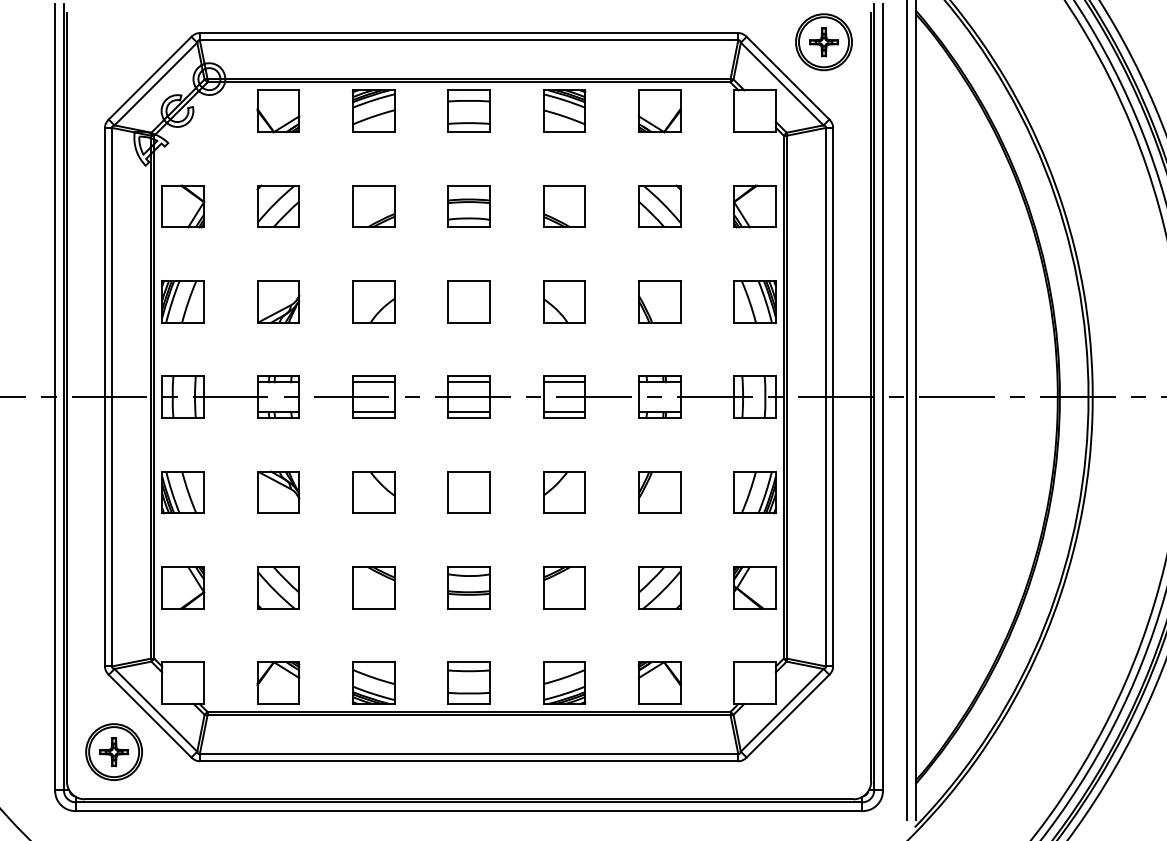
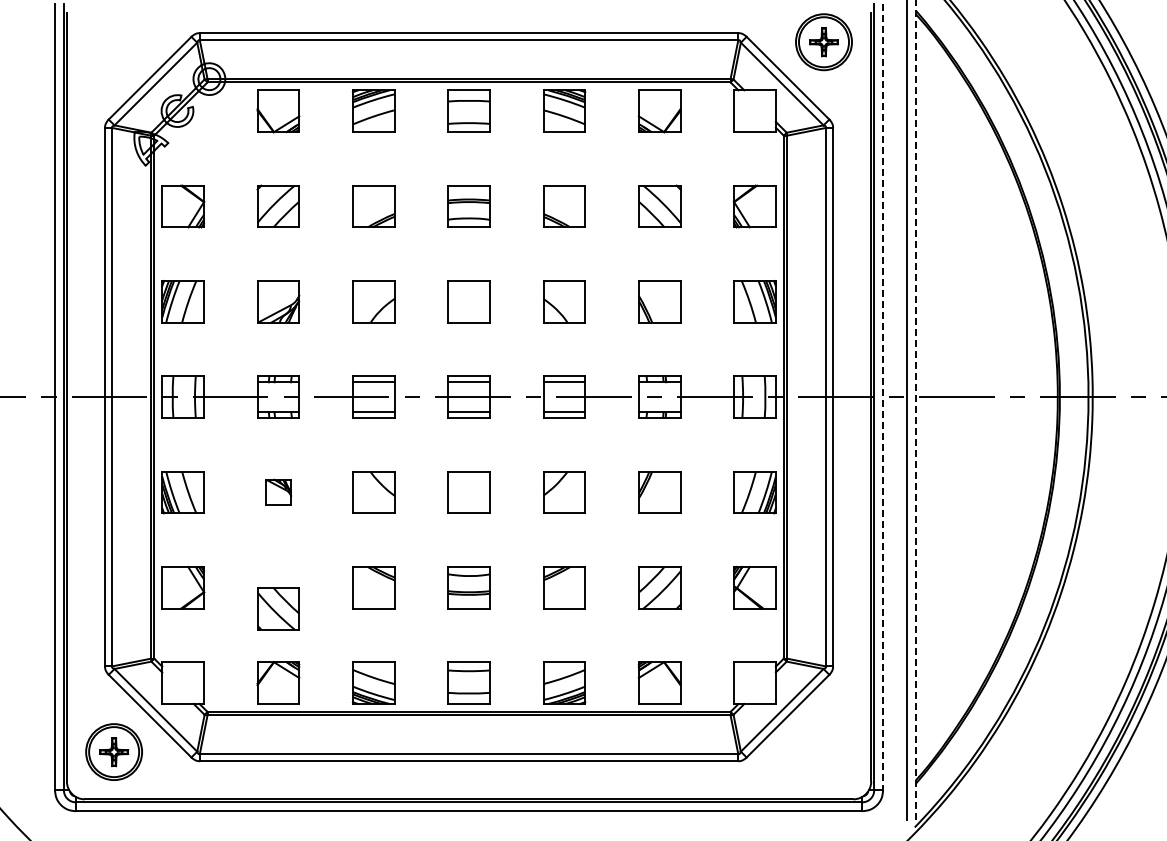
line at (883, 397): solid -> dashed
line at (915, 409): solid -> dashed
part at (278, 491) size: 44x44 px -> 28x28 px
part at (278, 587) position: (278, 587) -> (278, 608)
